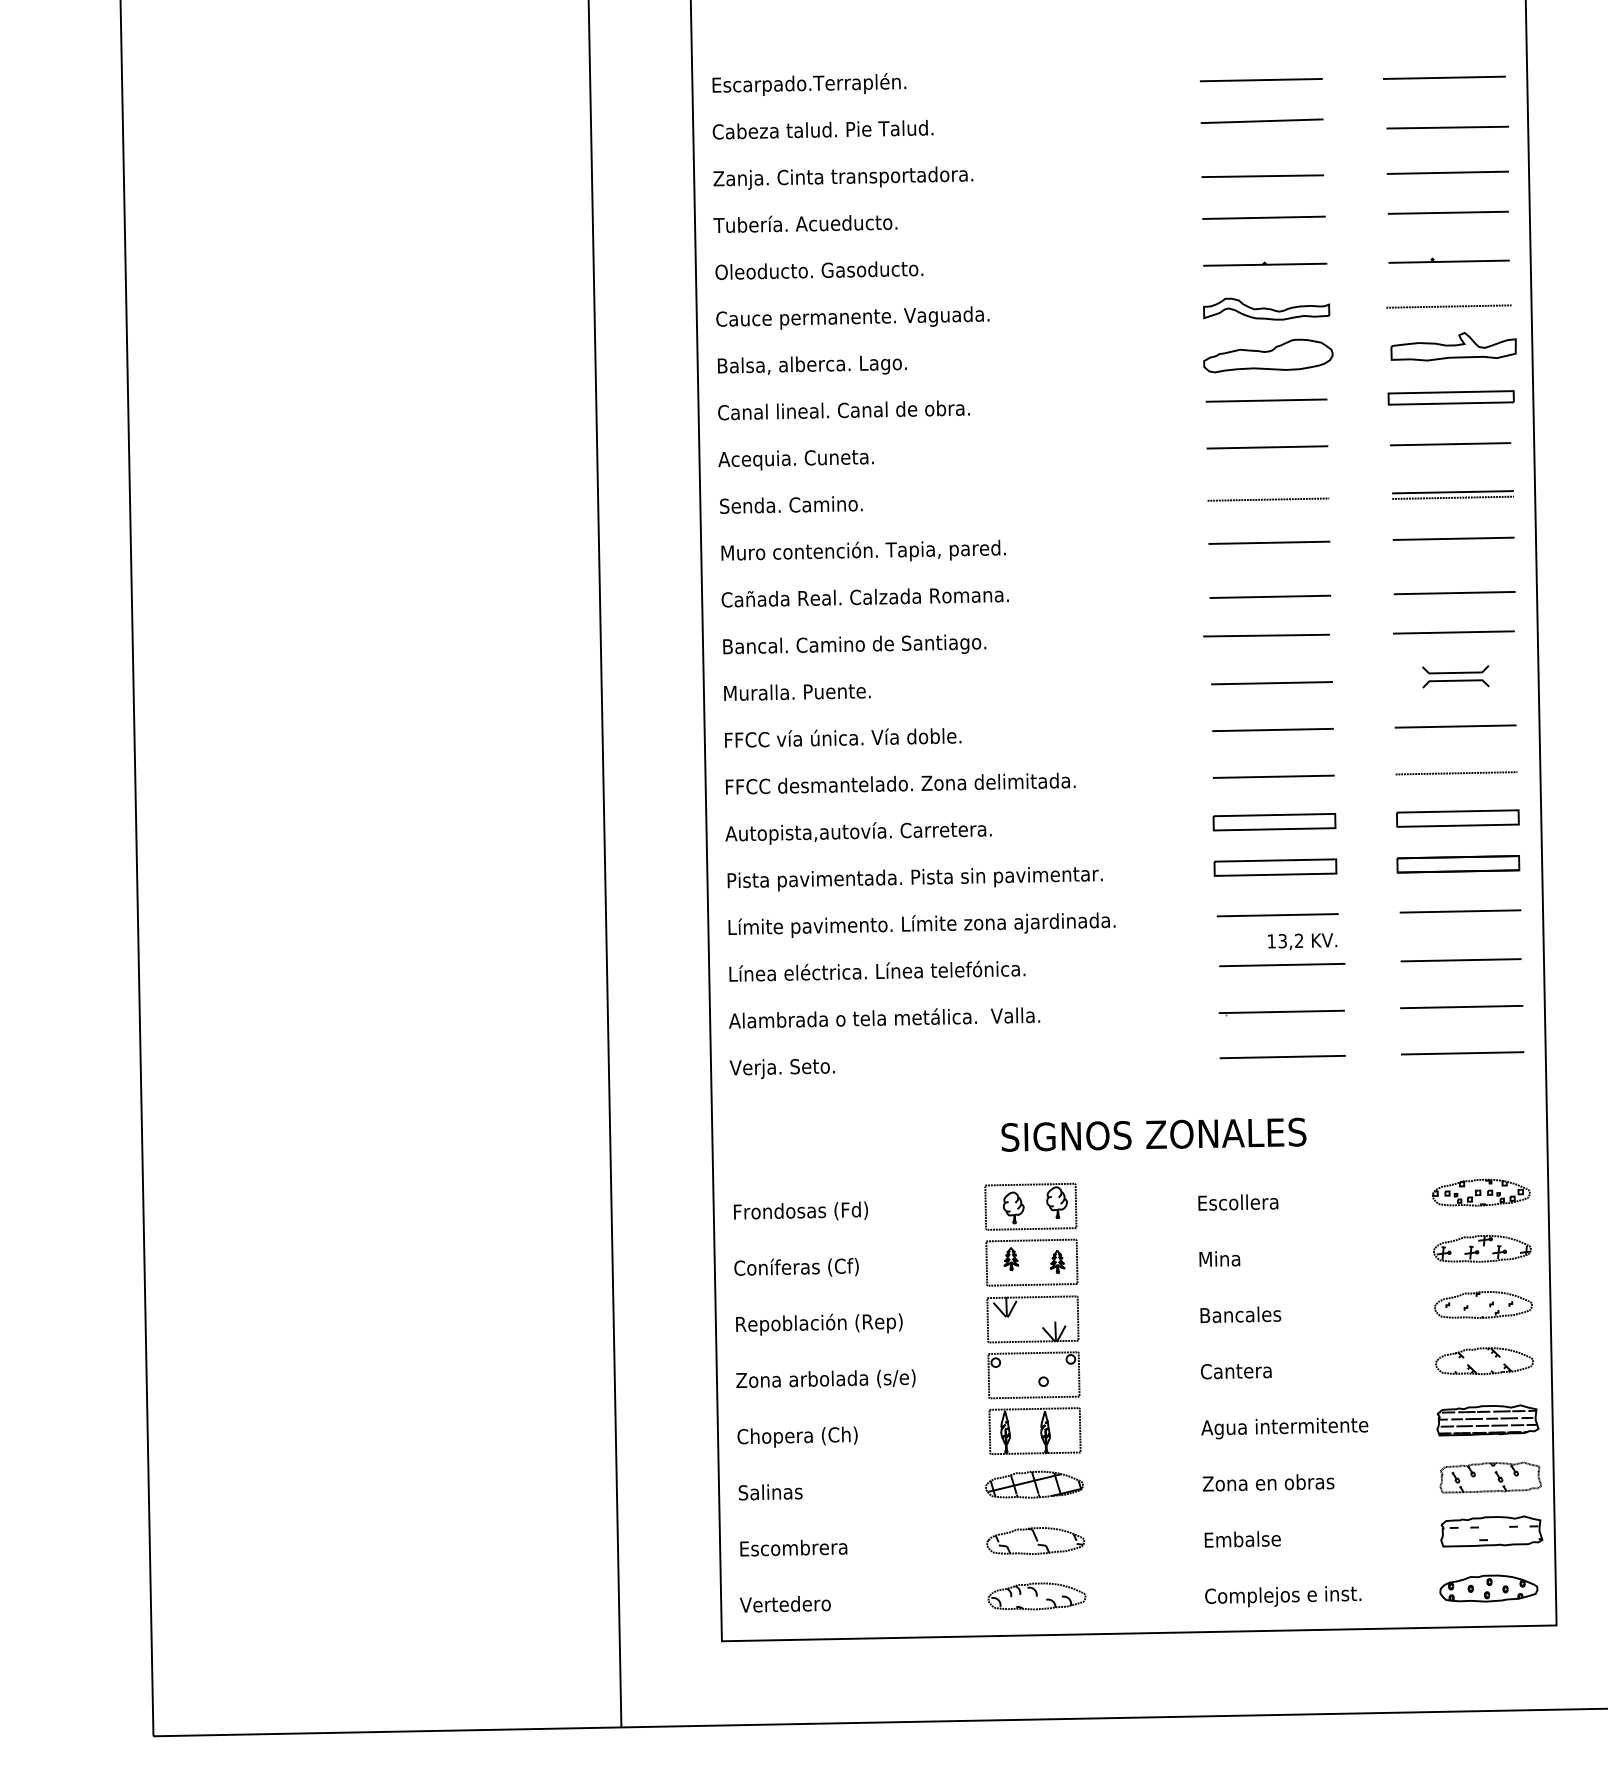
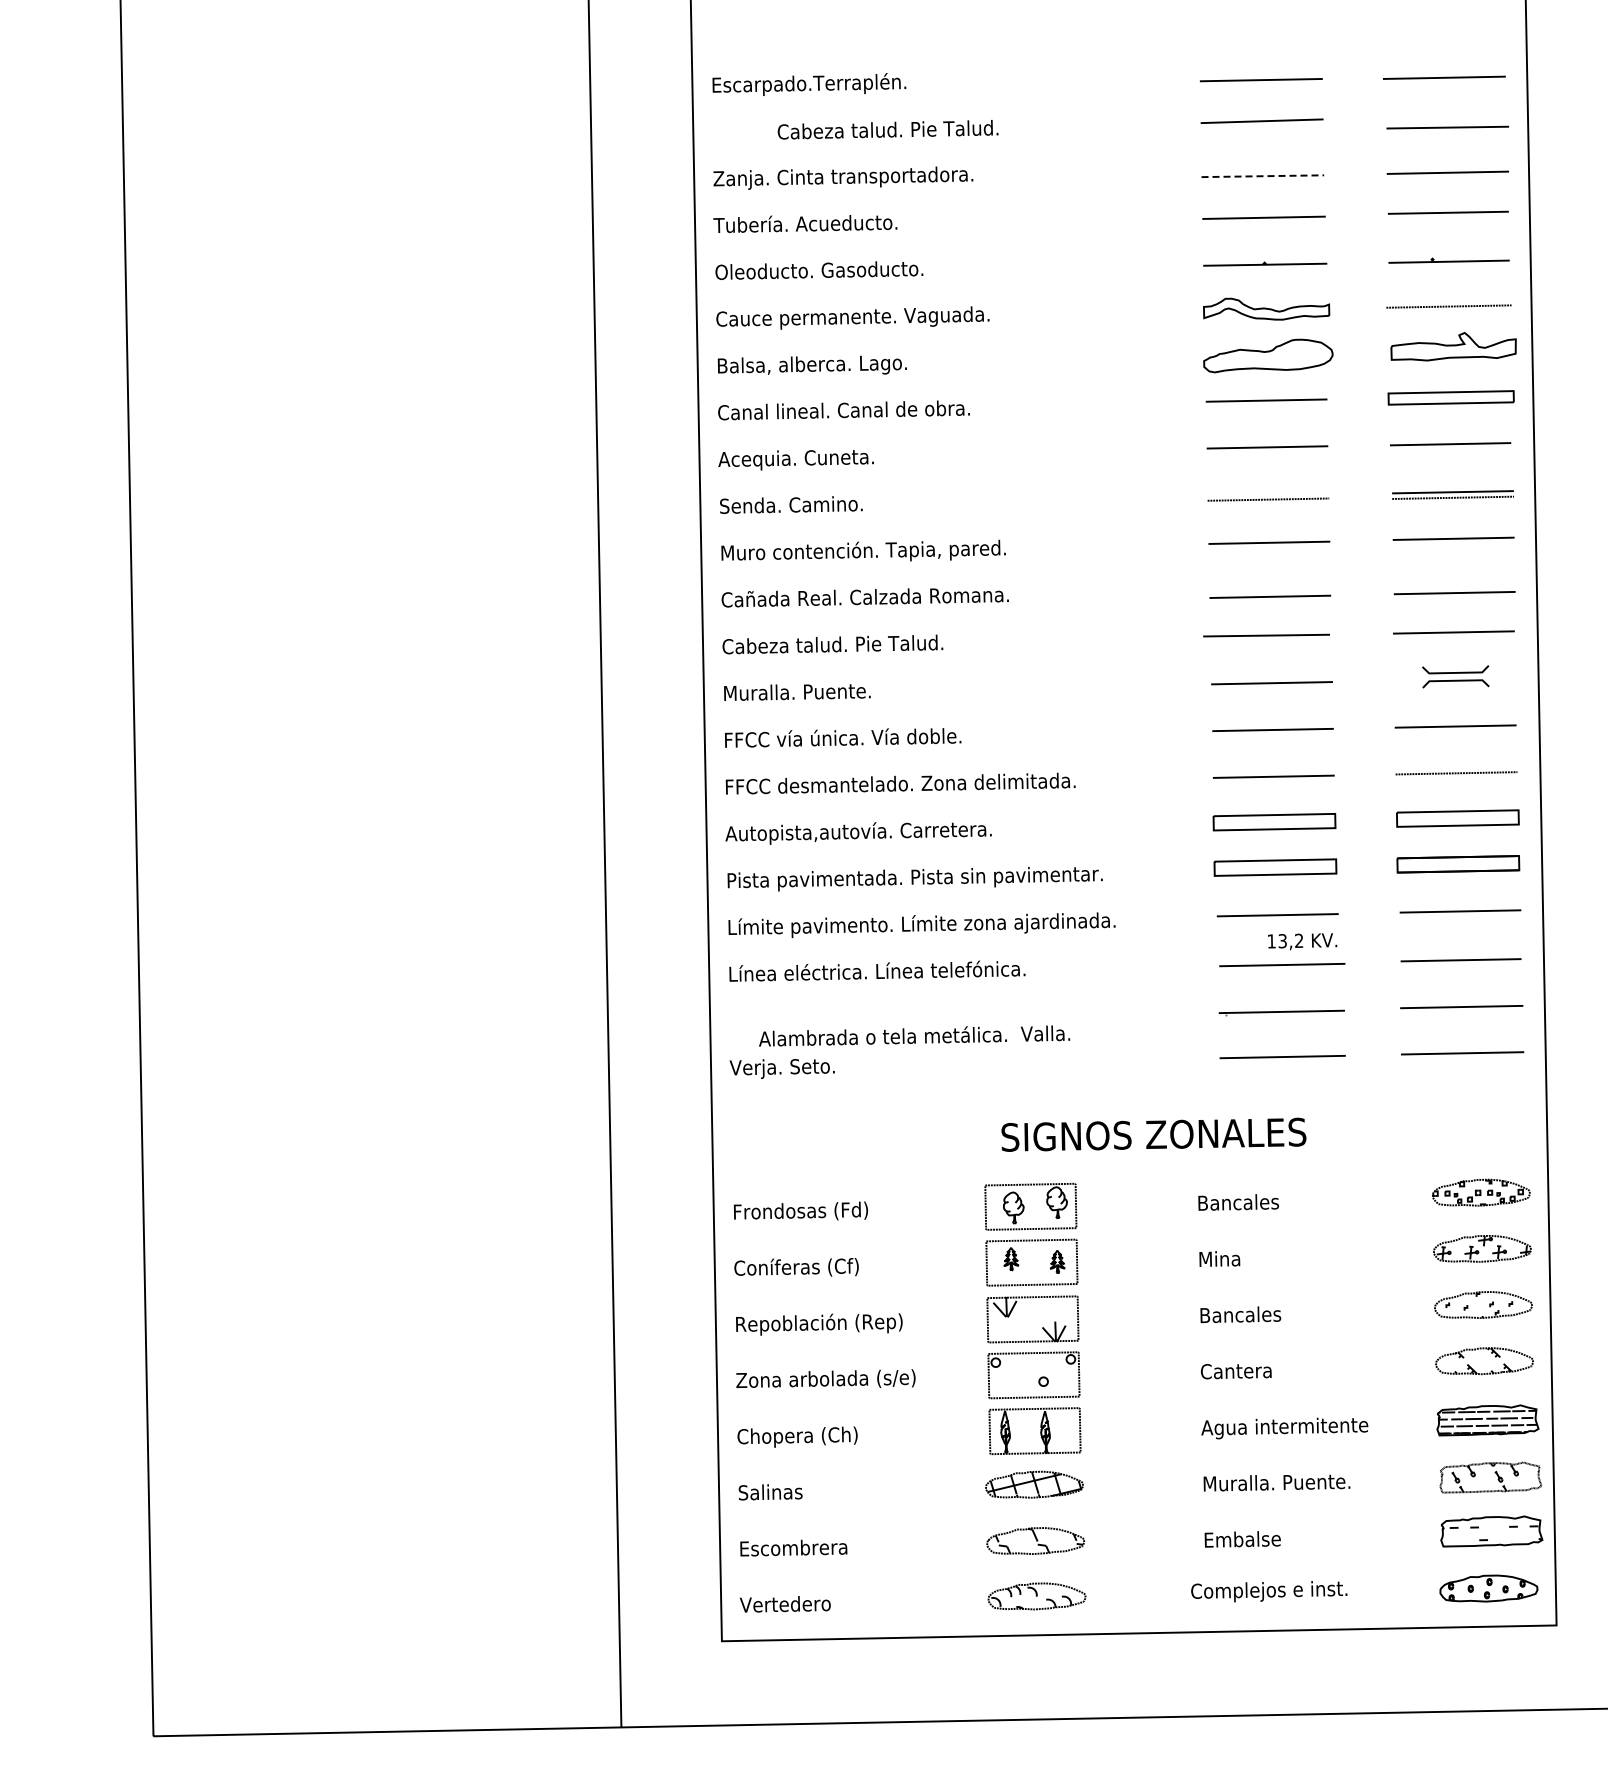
text at (822, 129) position: (822, 129) -> (887, 129)
line at (1263, 176): solid -> dashed
text at (854, 644): Bancal. Camino de Santiago. -> Cabeza talud. Pie Talud.
text at (884, 1017) position: (884, 1017) -> (914, 1035)
text at (1241, 1202): Escollera -> Bancales
text at (1276, 1482): Zona en obras -> Muralla. Puente.
text at (1283, 1596) position: (1283, 1596) -> (1269, 1591)
